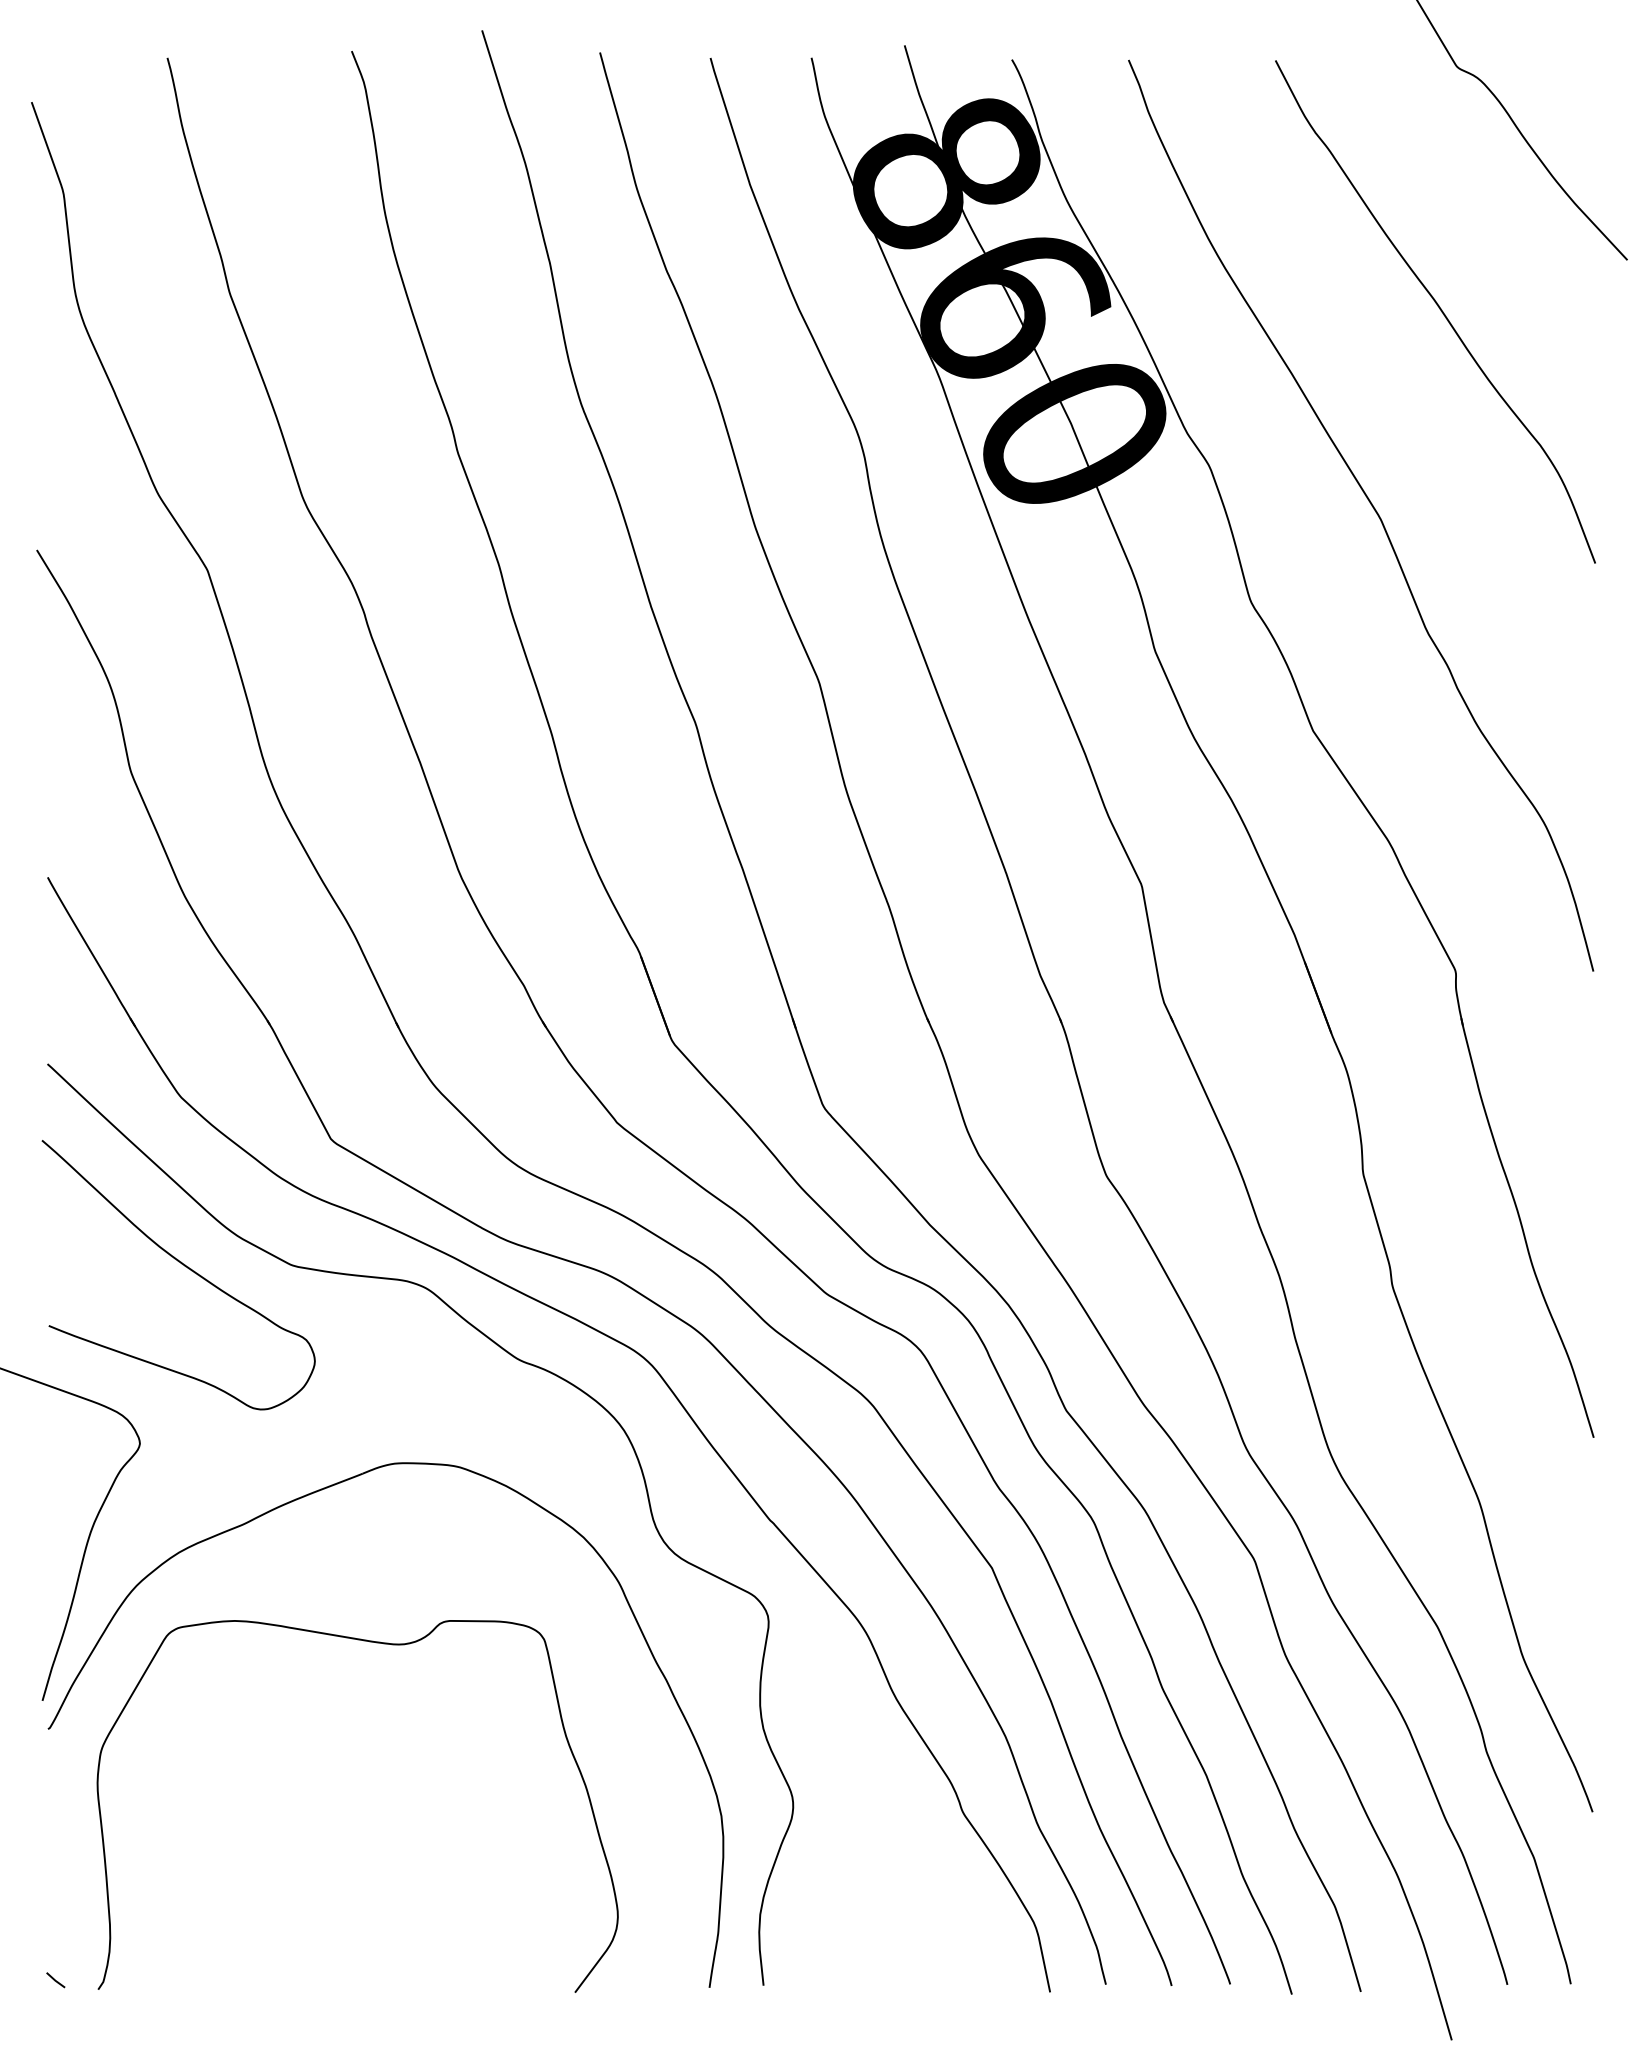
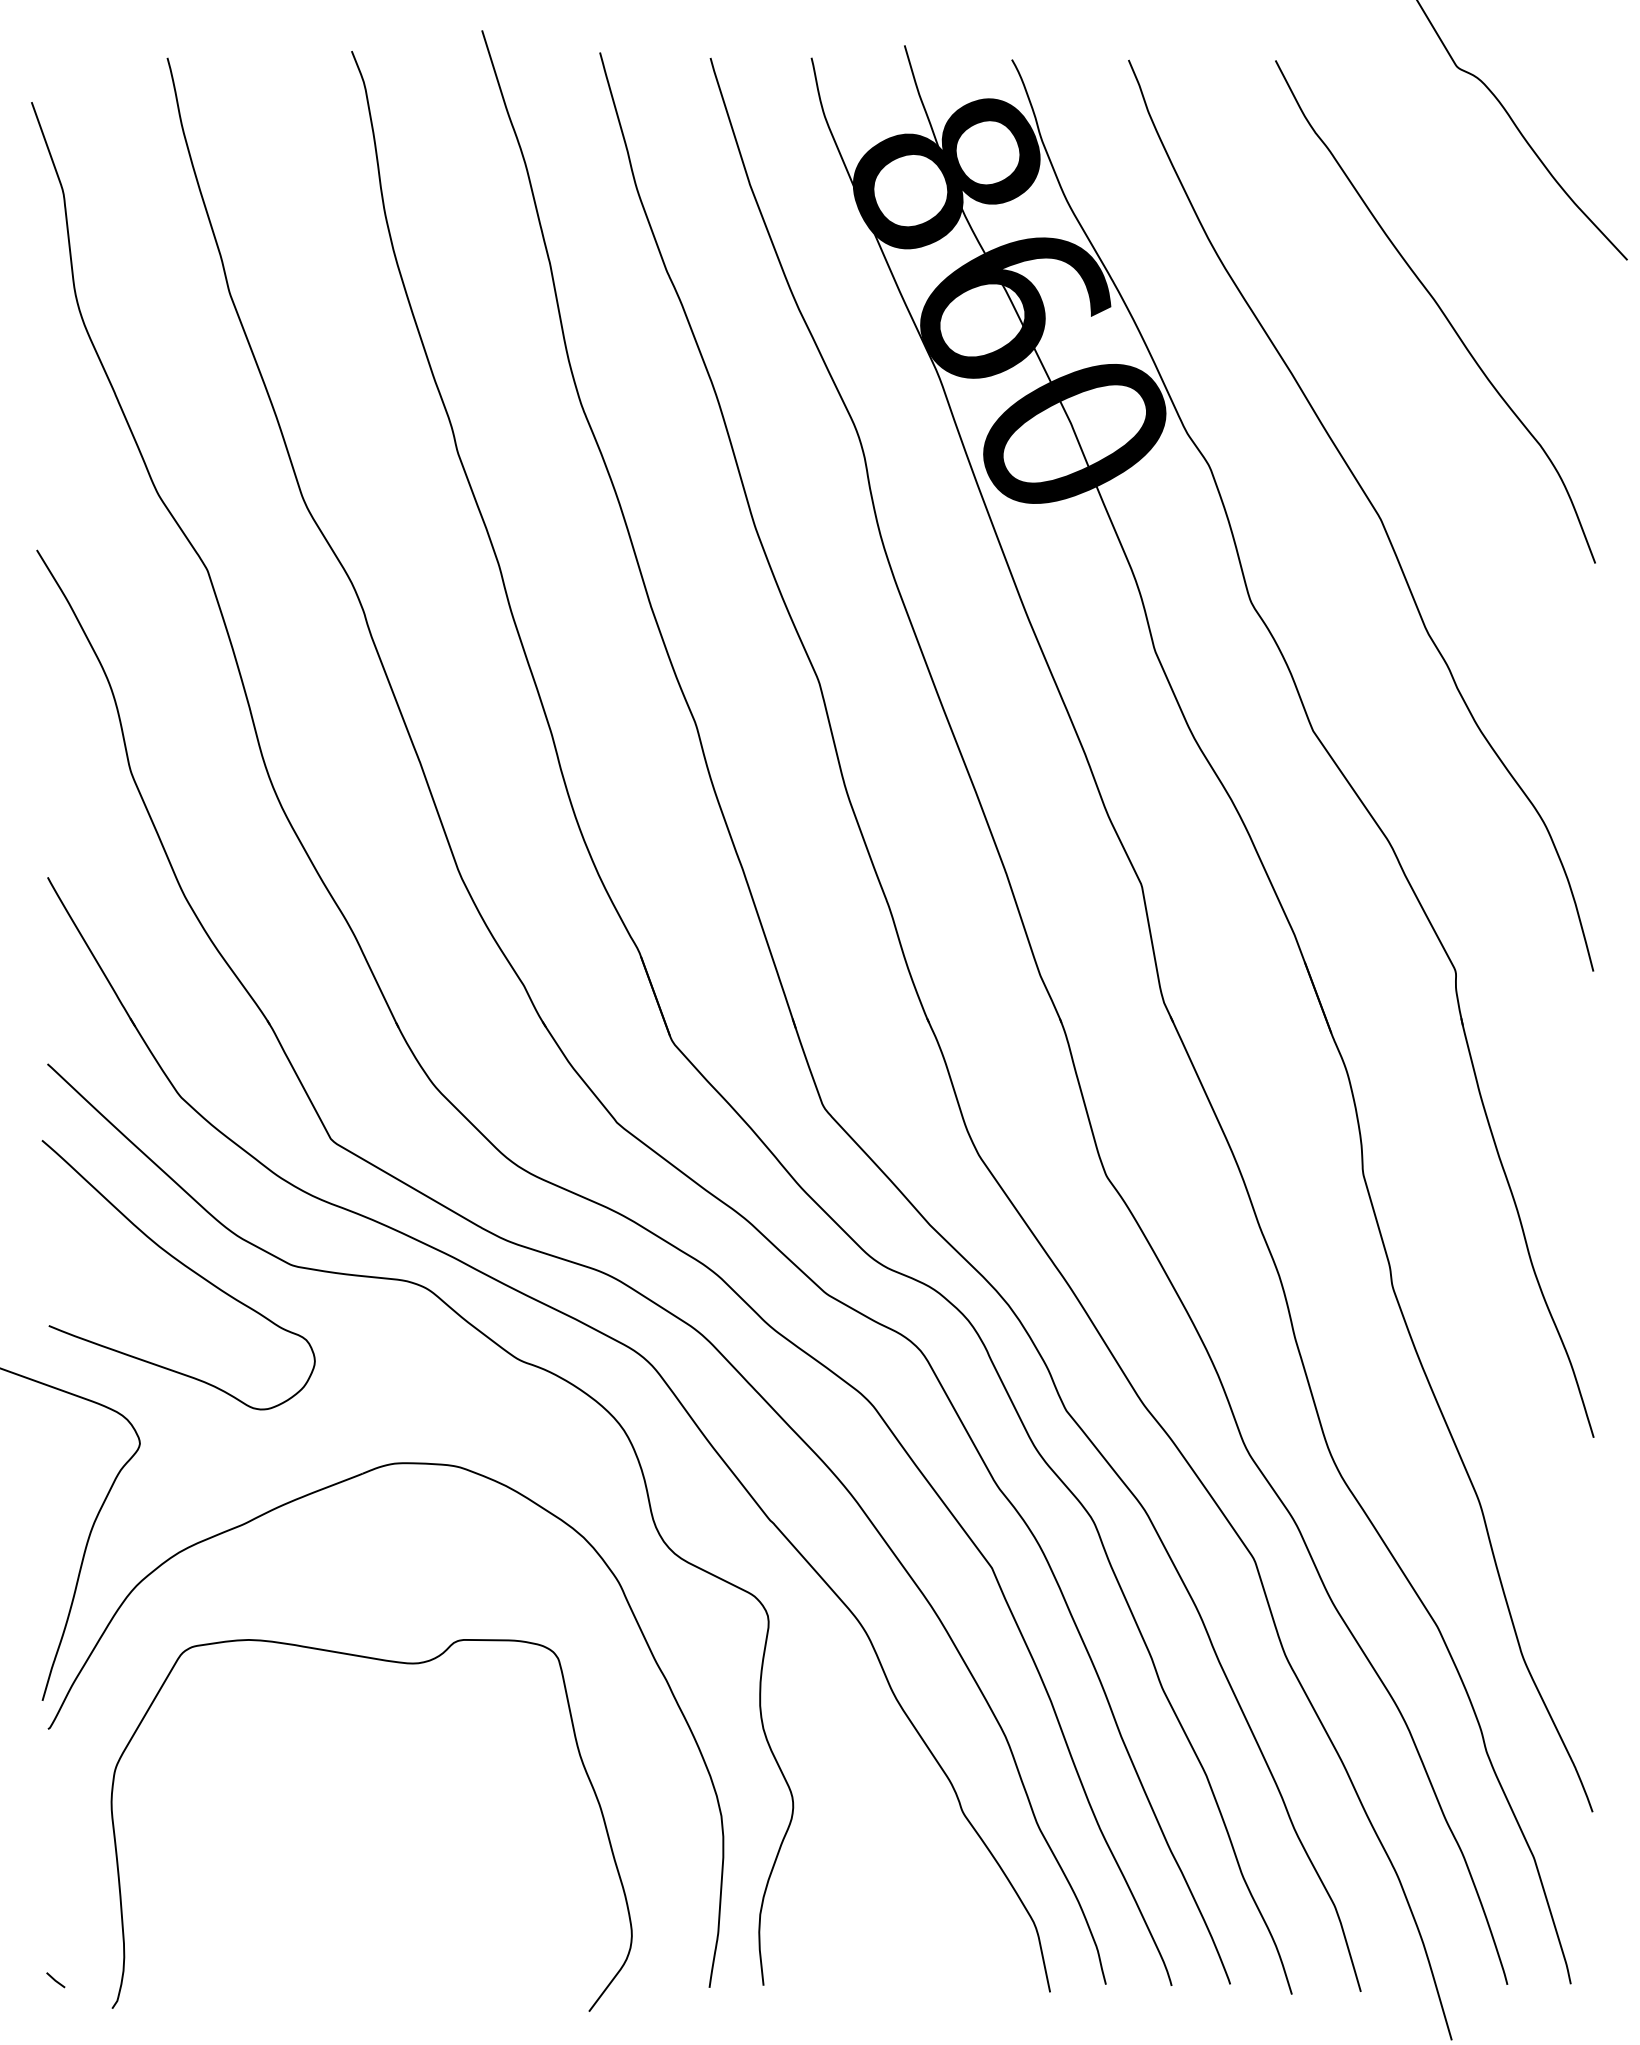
curve at (383, 1644) position: (383, 1644) -> (397, 1663)
